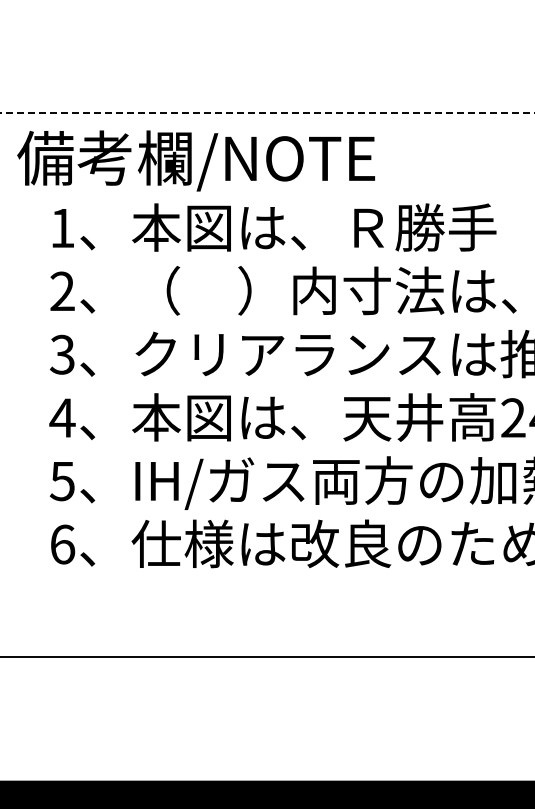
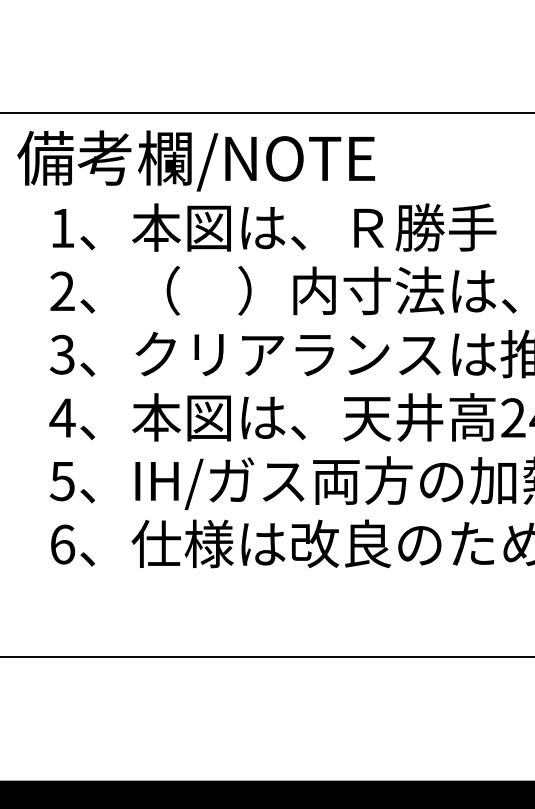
line at (267, 113): dashed -> solid
